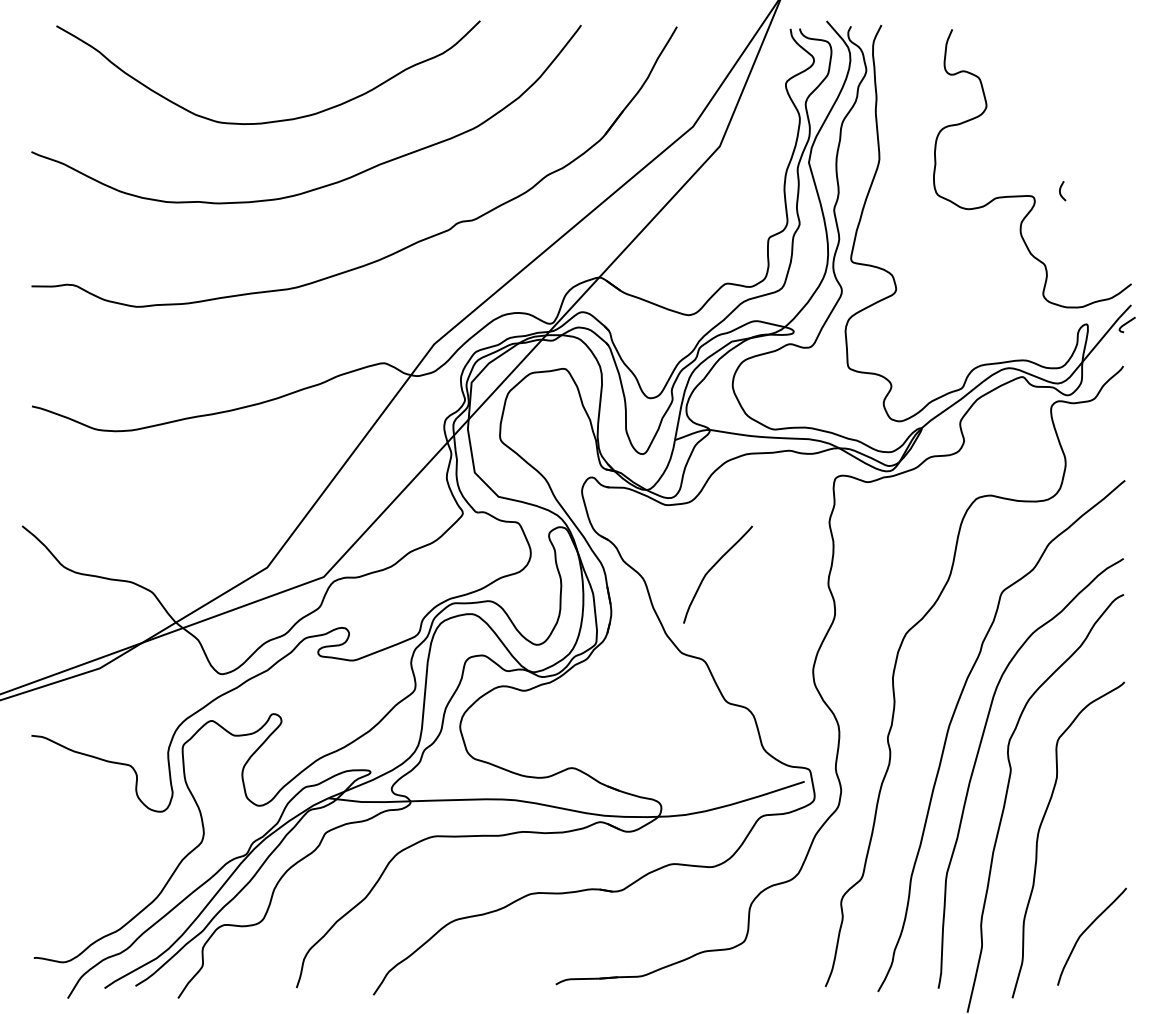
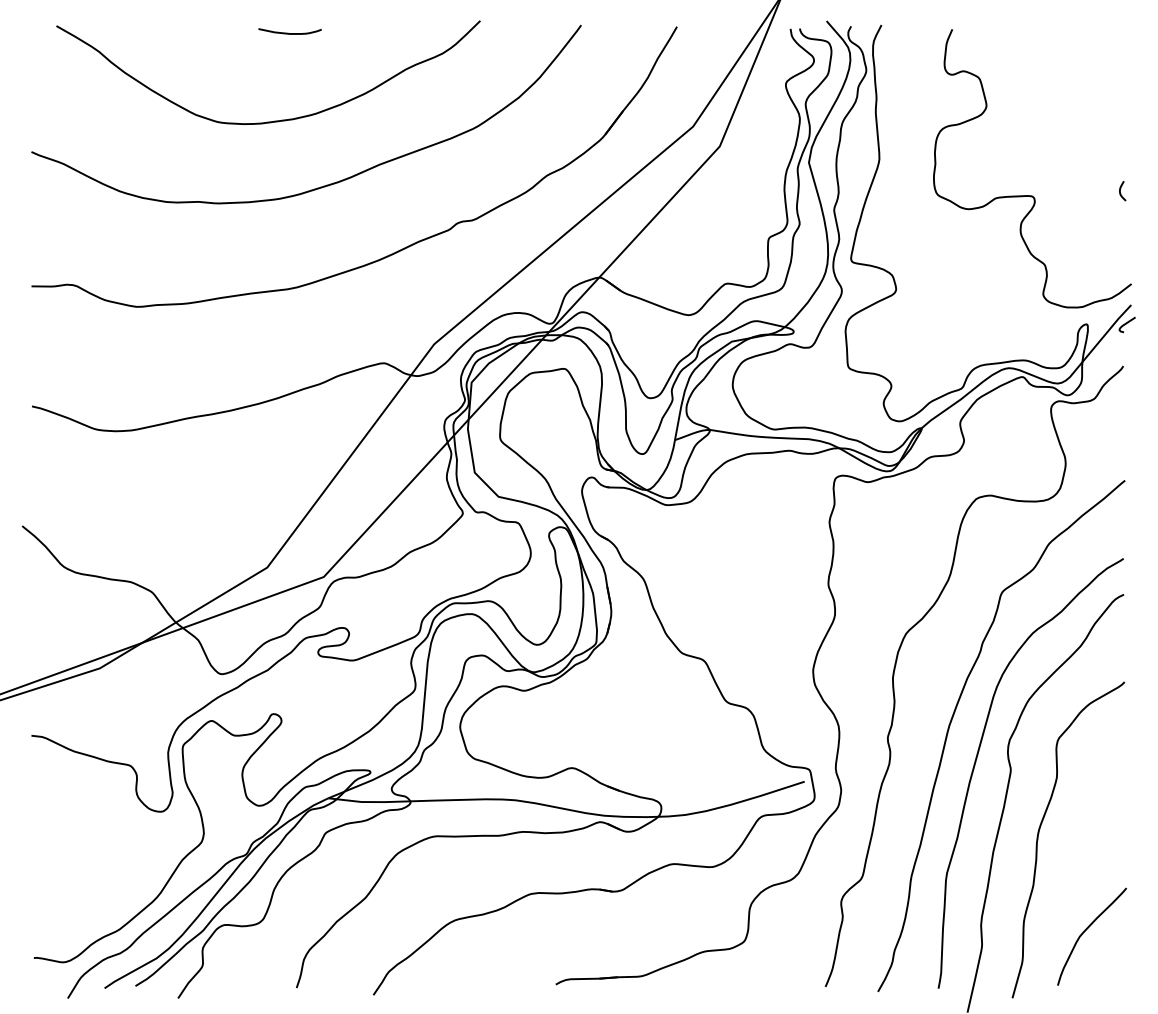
curve at (288, 32): none -> present
curve at (1060, 191) position: (1060, 191) -> (1120, 191)
curve at (712, 568): present -> none
